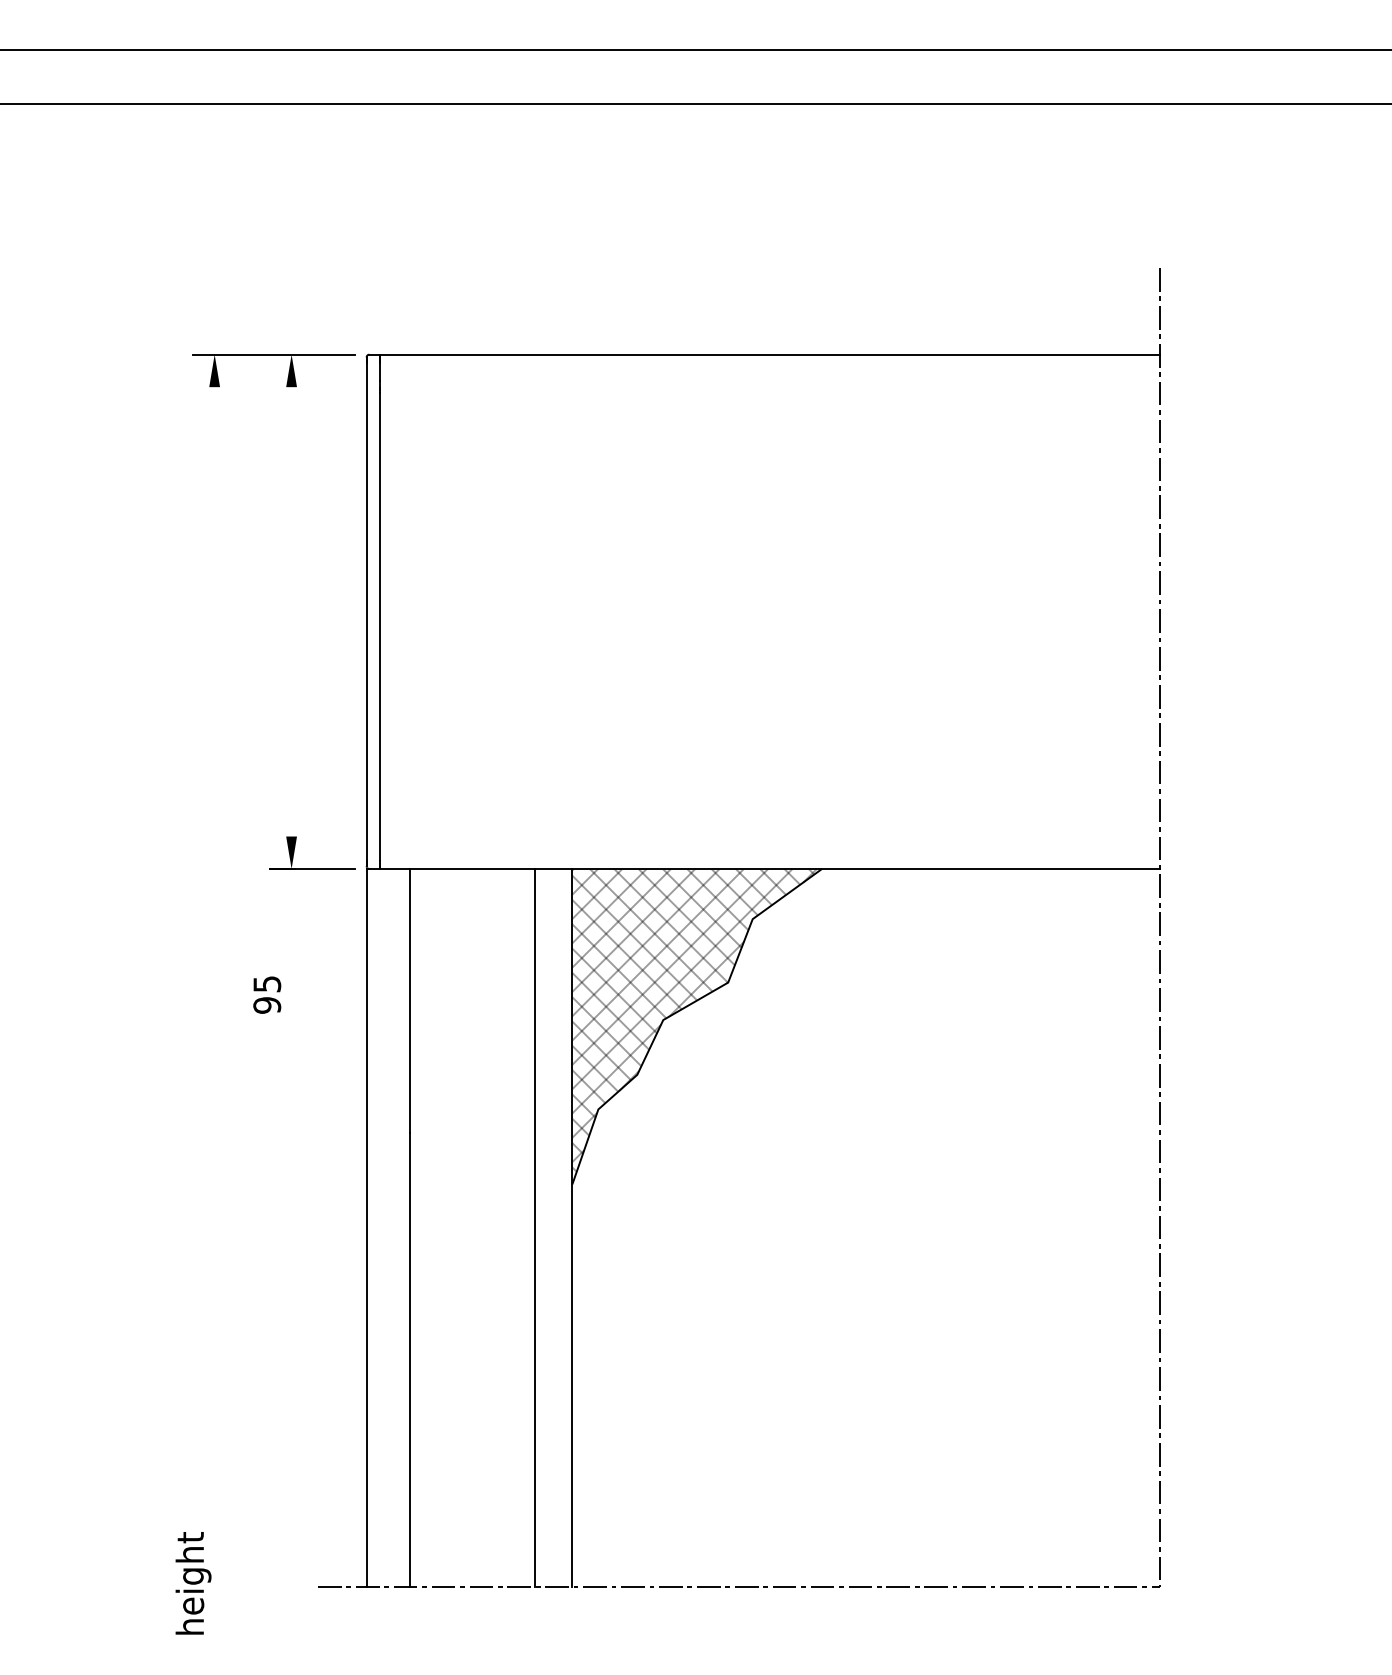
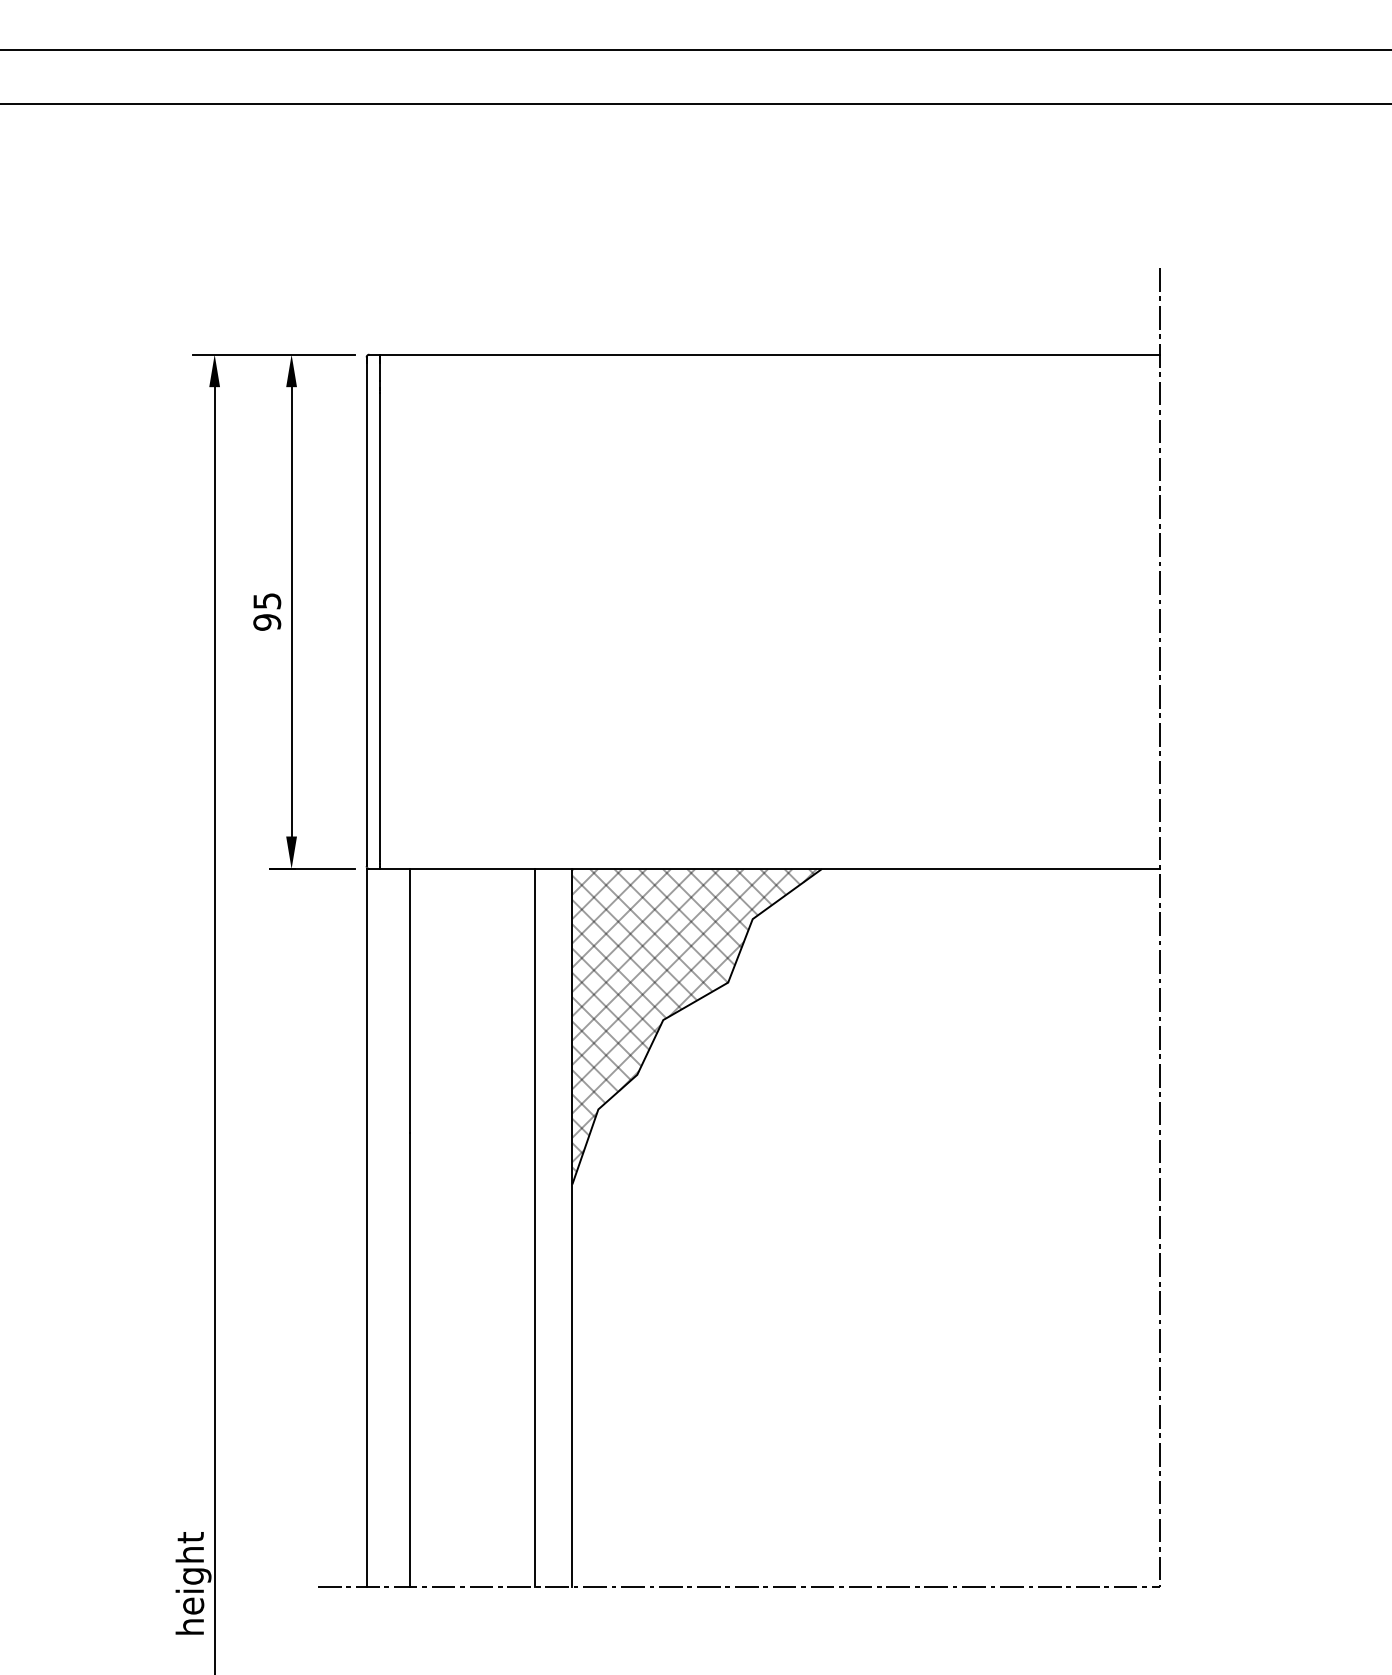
line at (291, 611): none -> present
text at (267, 994) position: (267, 994) -> (267, 611)
line at (214, 1029): none -> present
